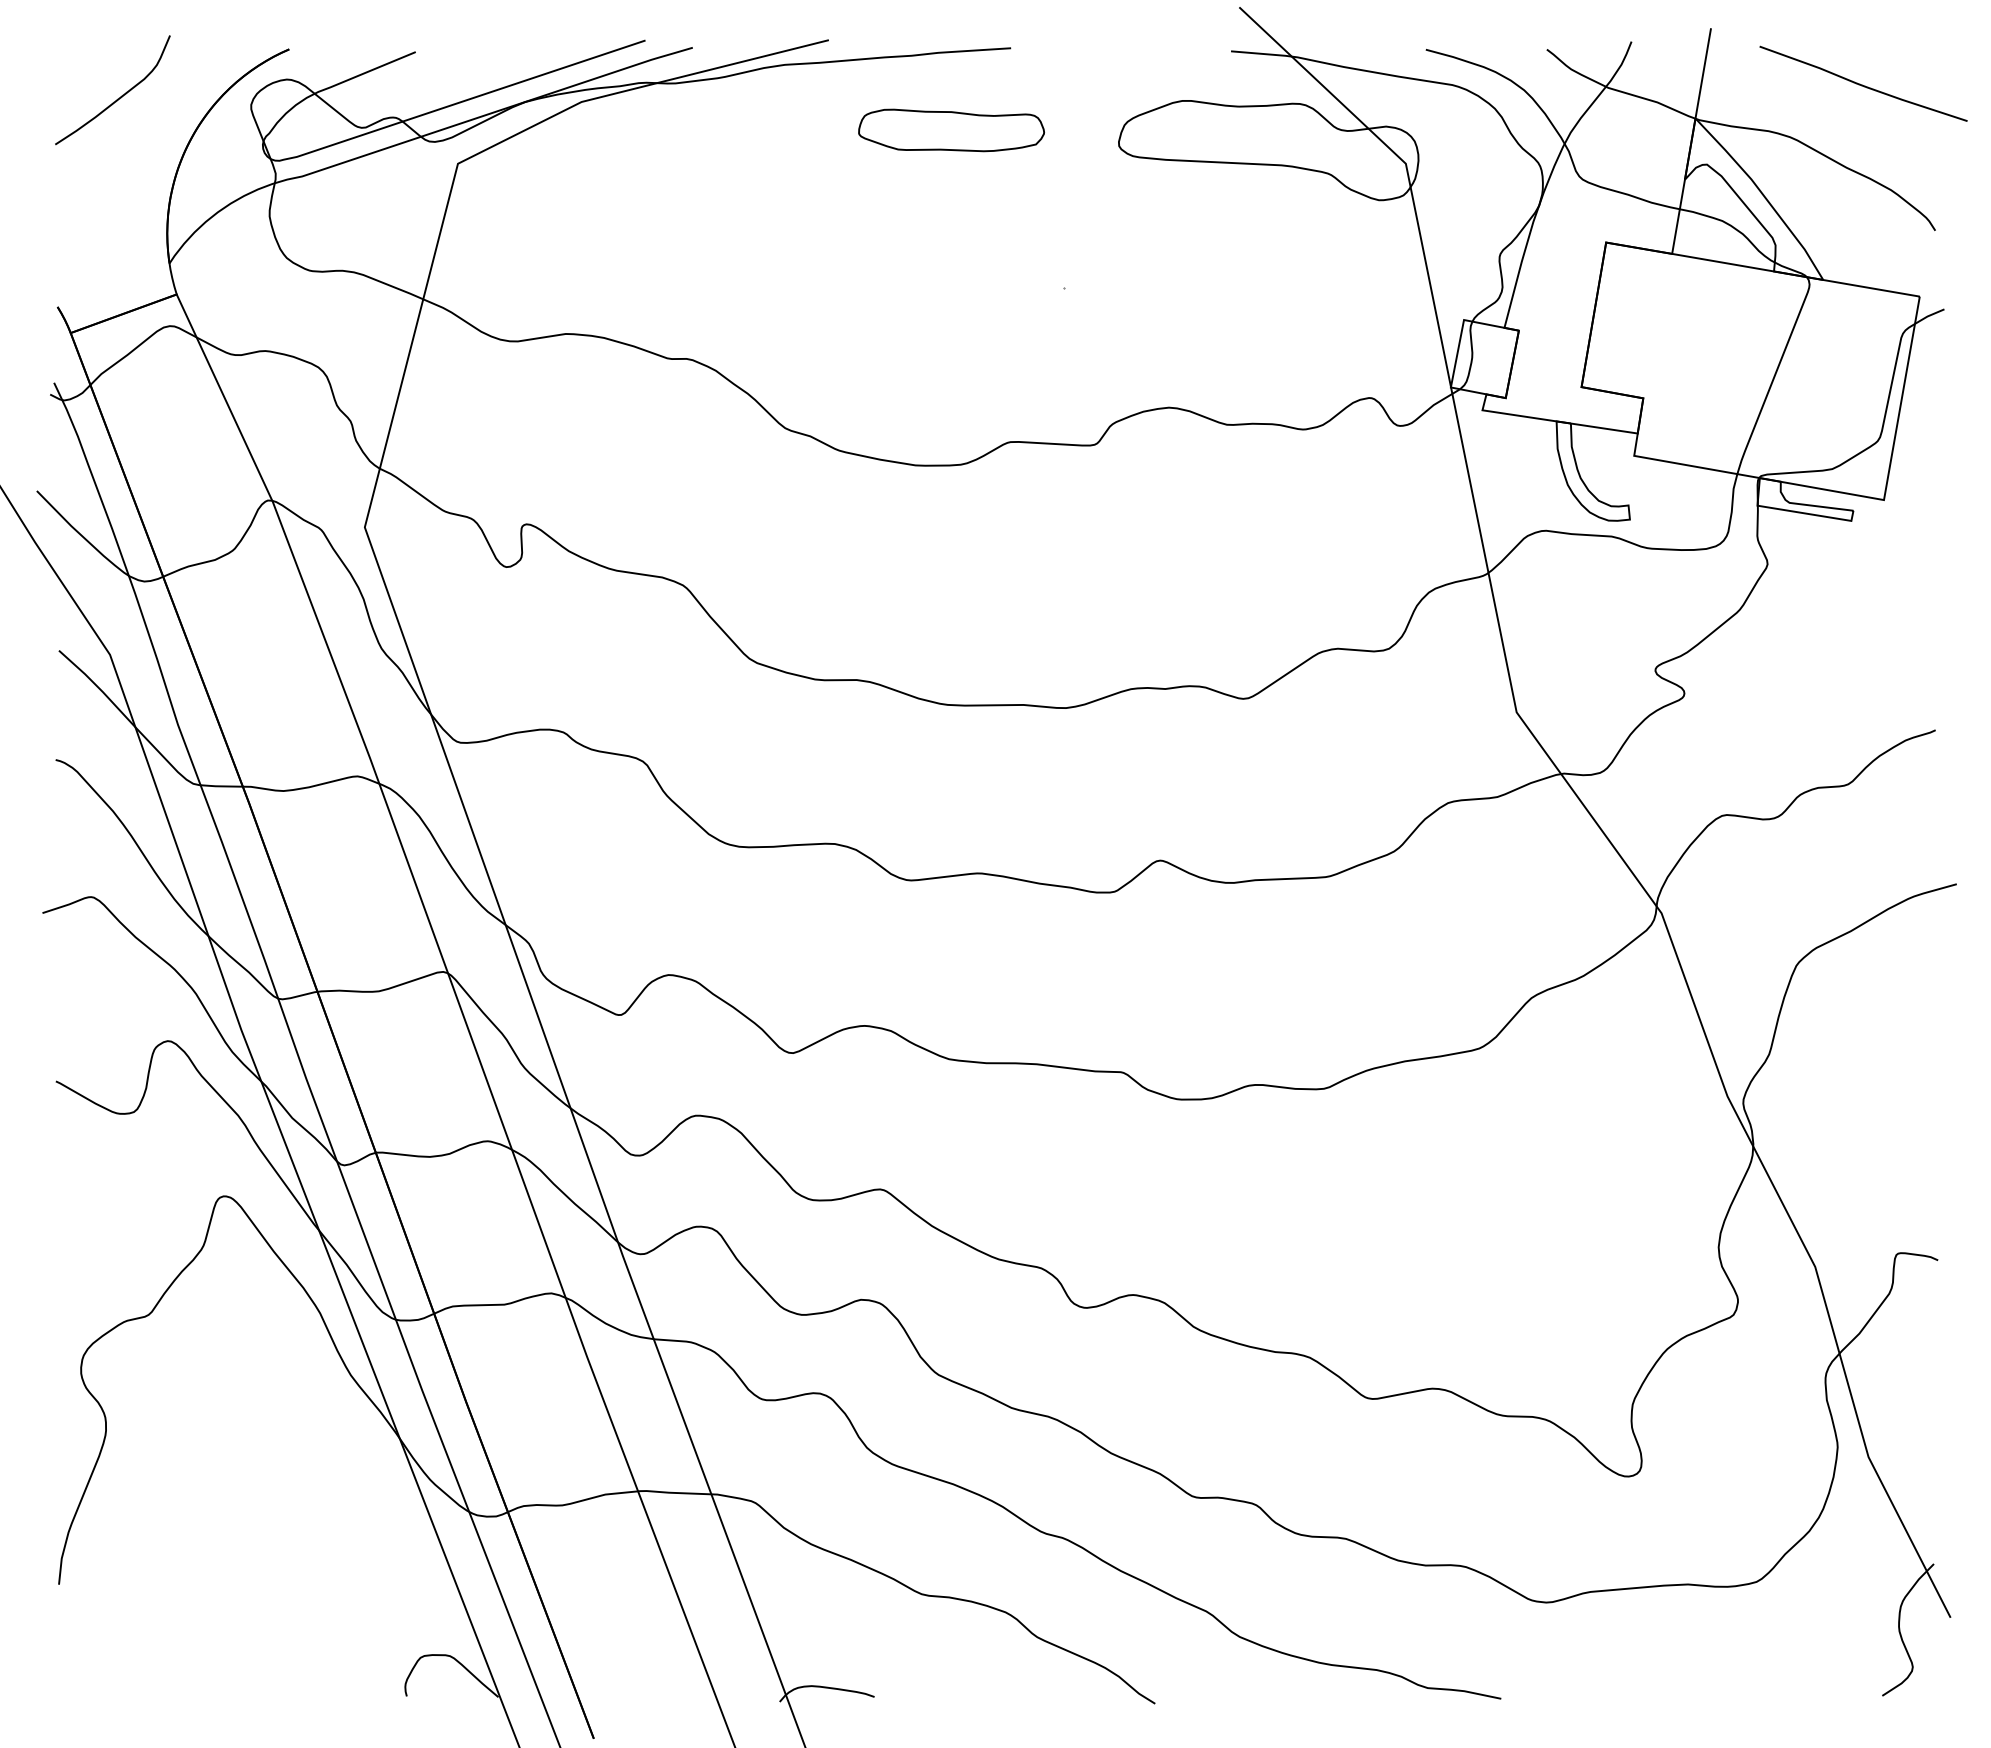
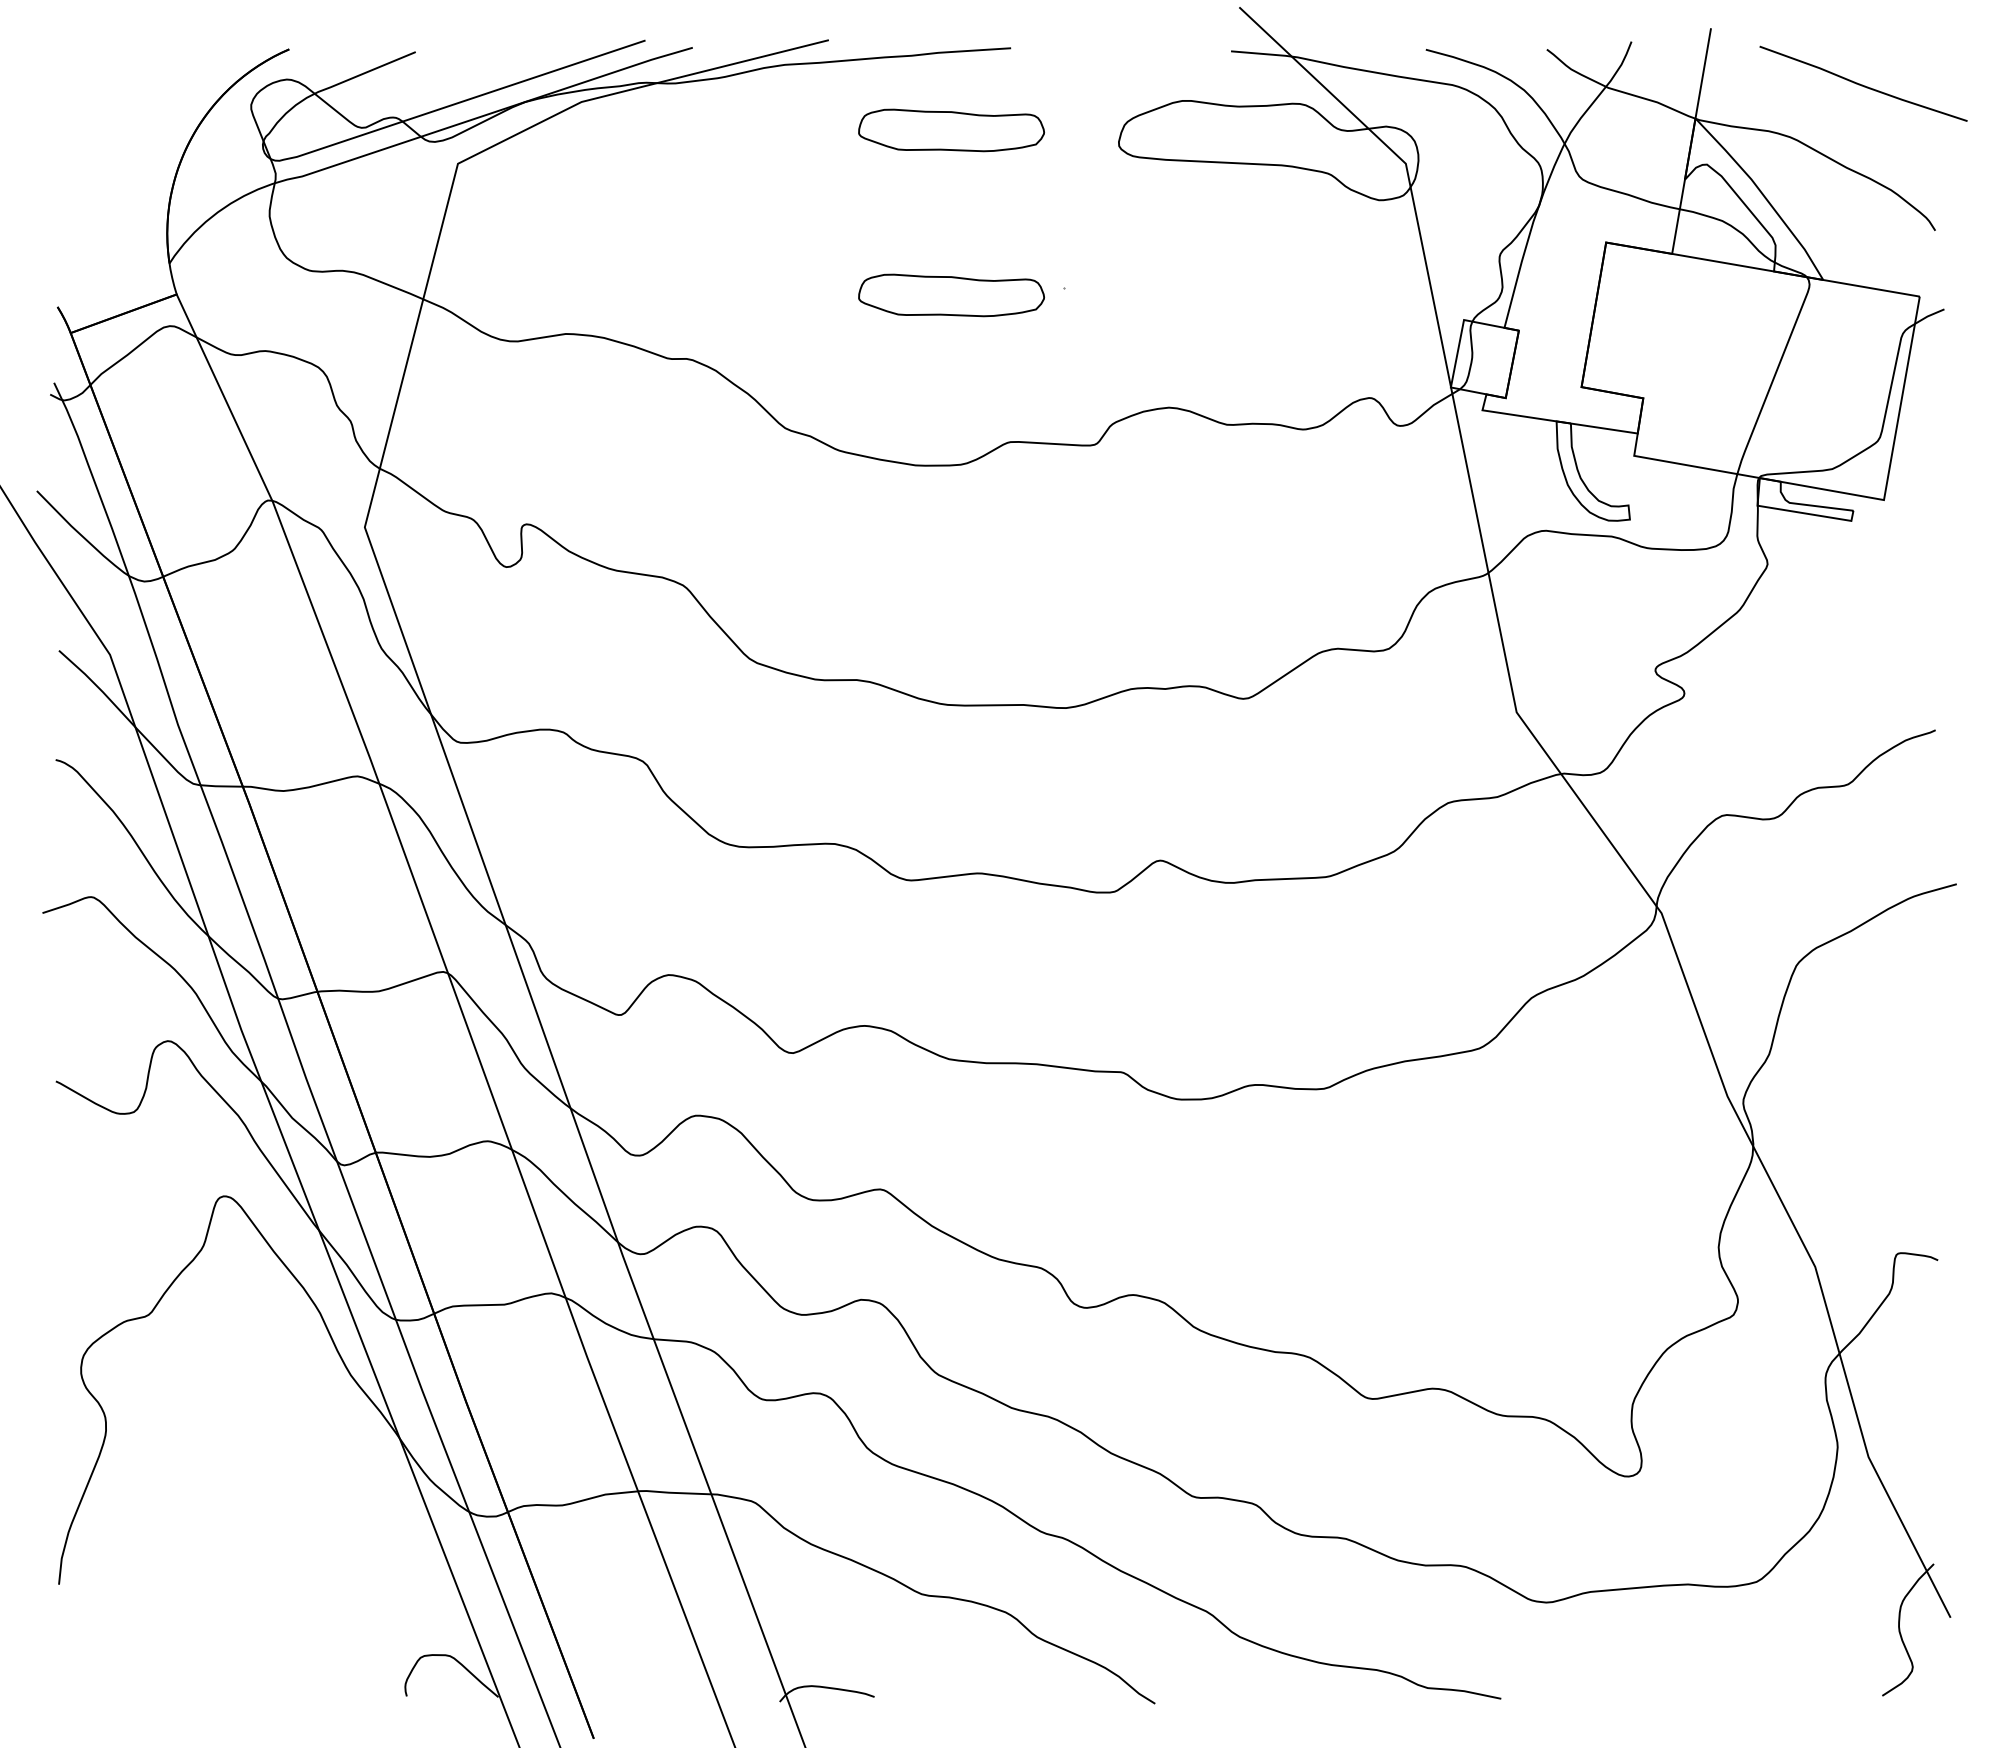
curve at (117, 98): present -> none
part at (951, 295): none -> present
